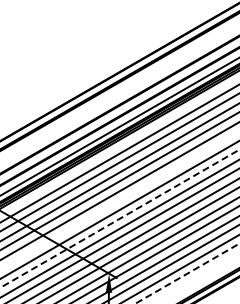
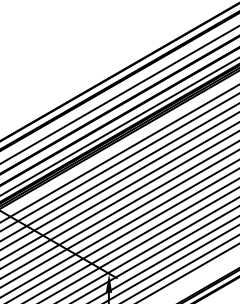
line at (119, 94): none -> present
line at (119, 199): none -> present
line at (119, 218): dashed -> solid
line at (187, 273): dashed -> solid
